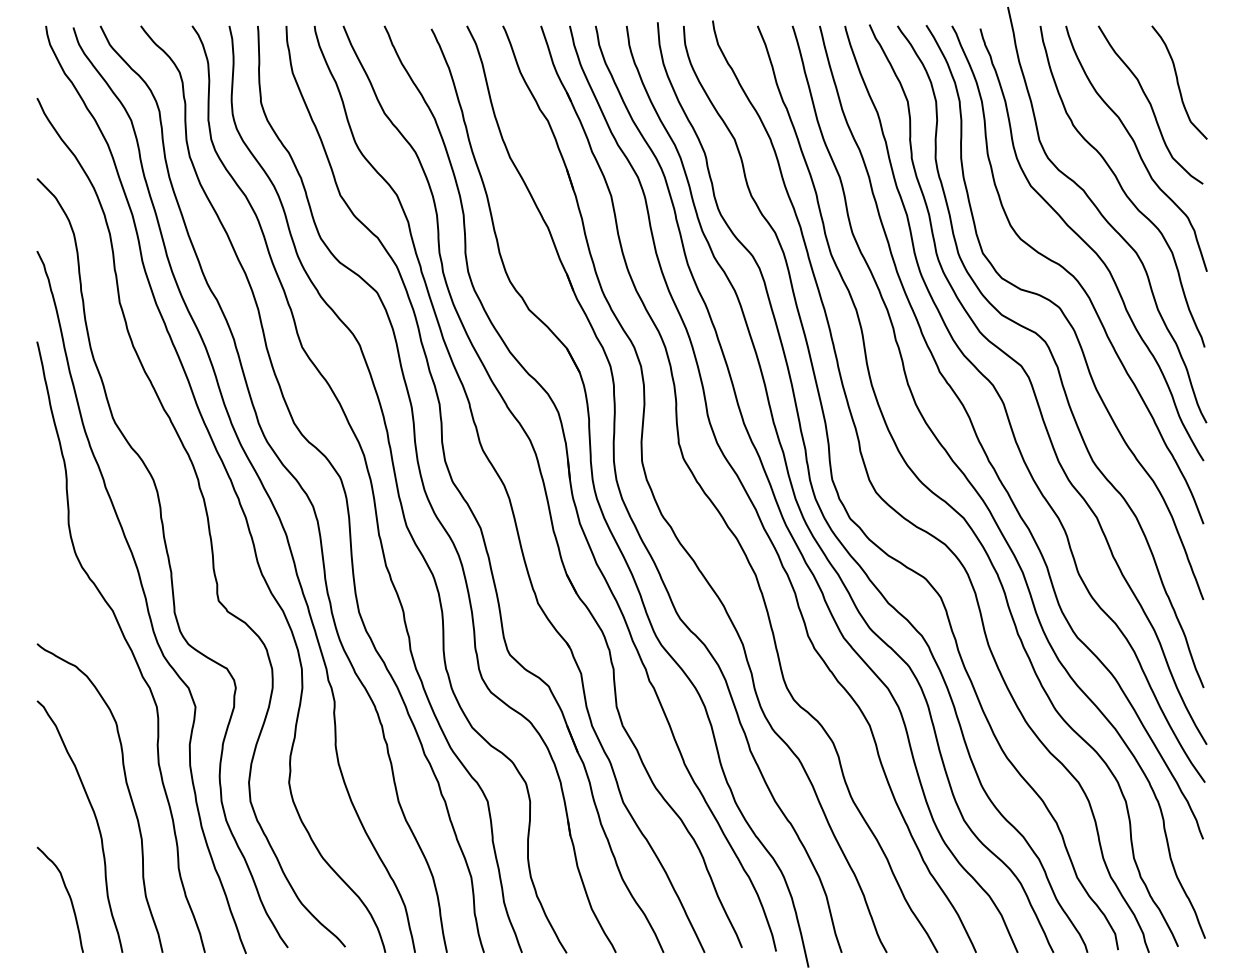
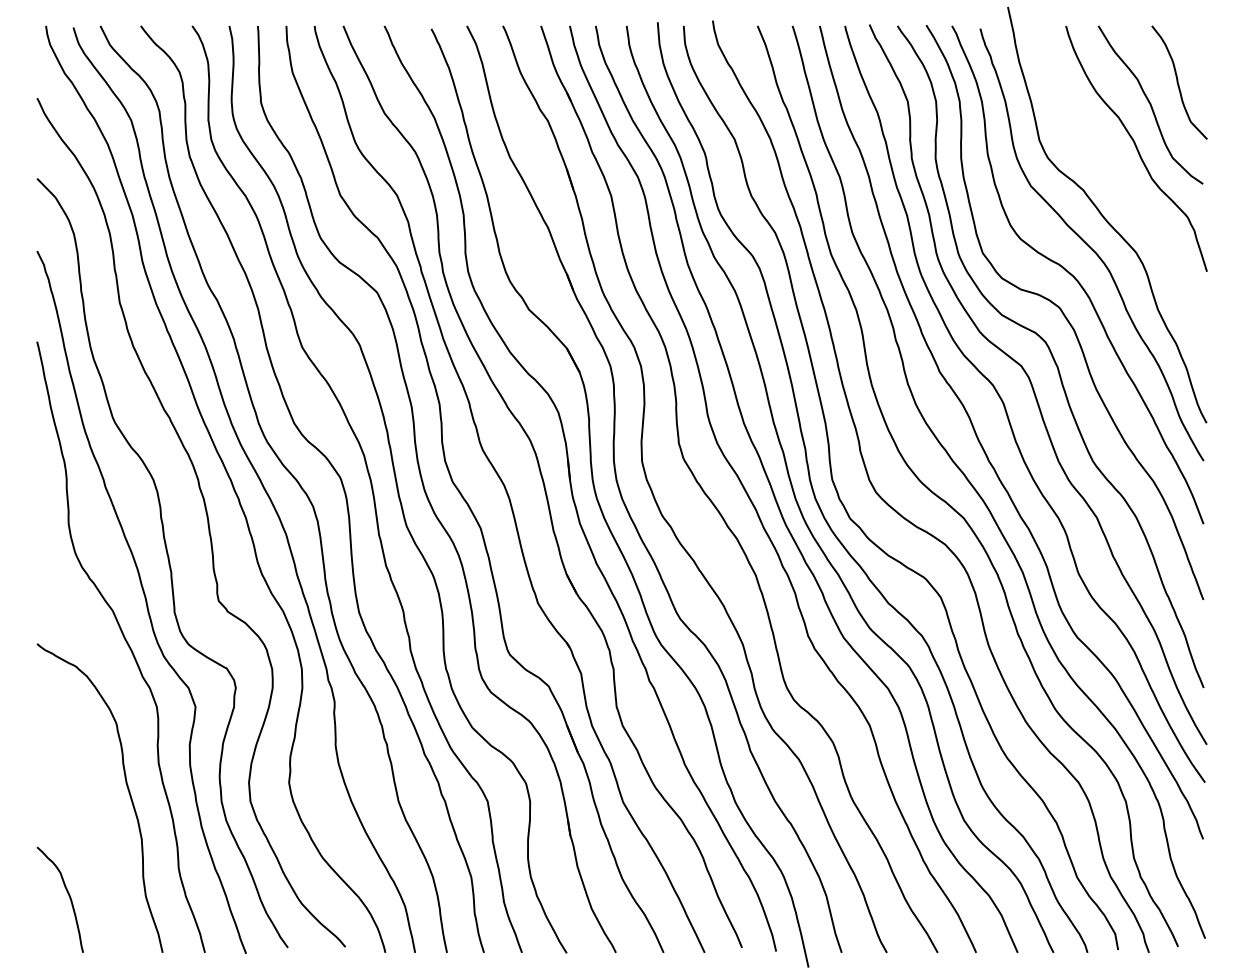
curve at (1121, 186): present -> none
curve at (95, 820): present -> none
